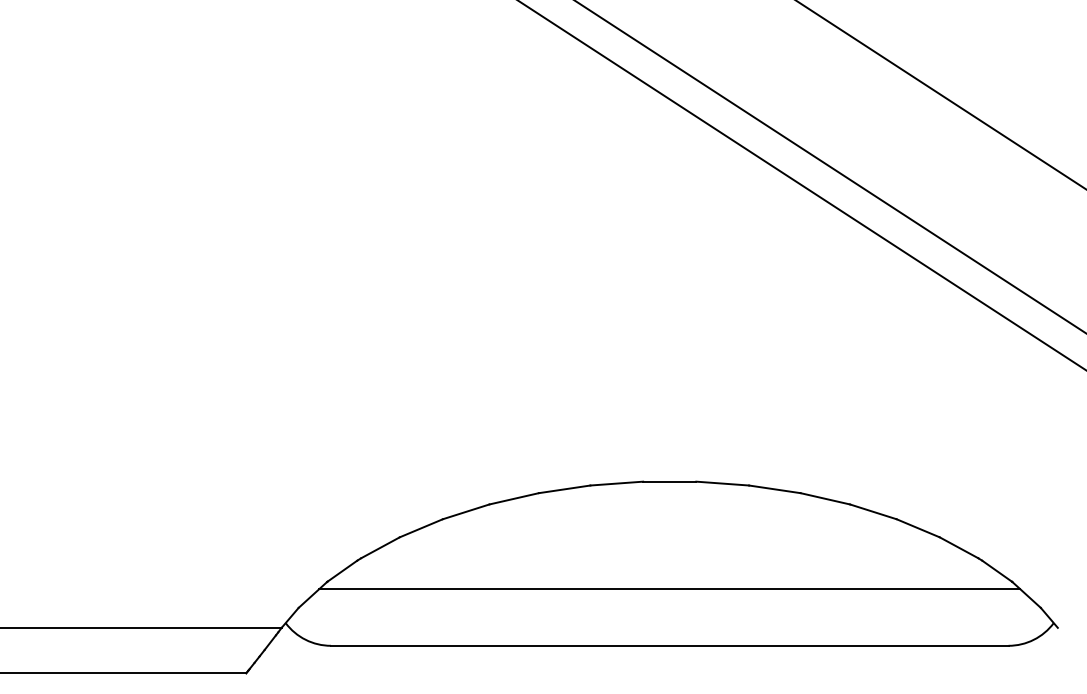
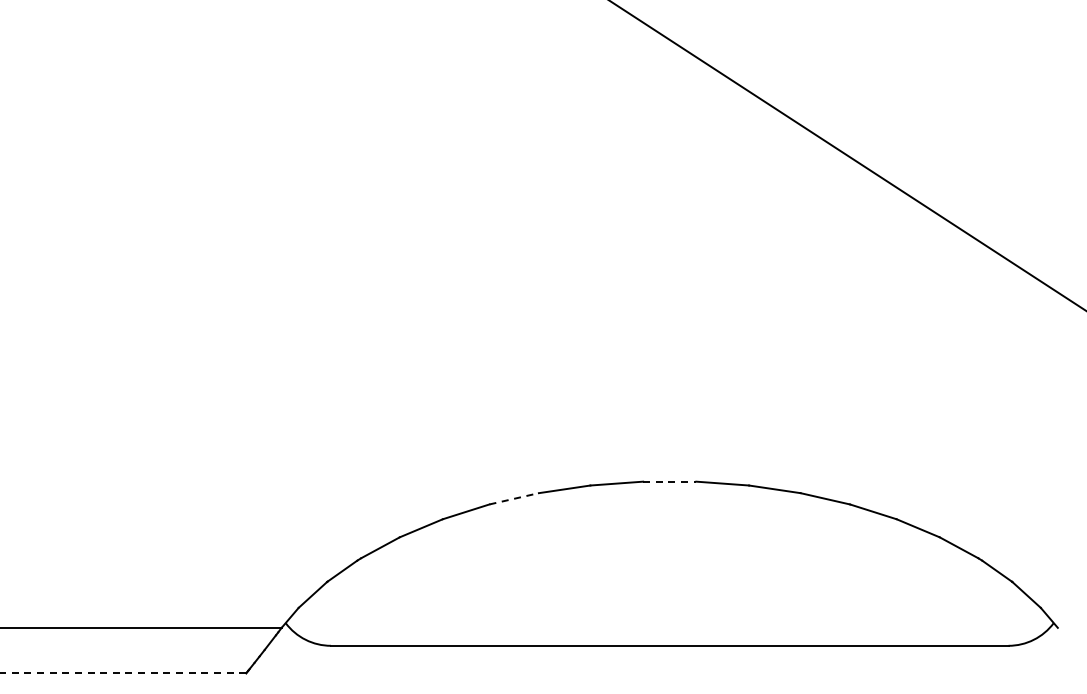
line at (940, 94): present -> none
line at (830, 166) position: (830, 166) -> (847, 155)
line at (801, 185): present -> none
line at (669, 481): solid -> dashed
line at (514, 498): solid -> dashed
line at (669, 589): present -> none
line at (123, 673): solid -> dashed
